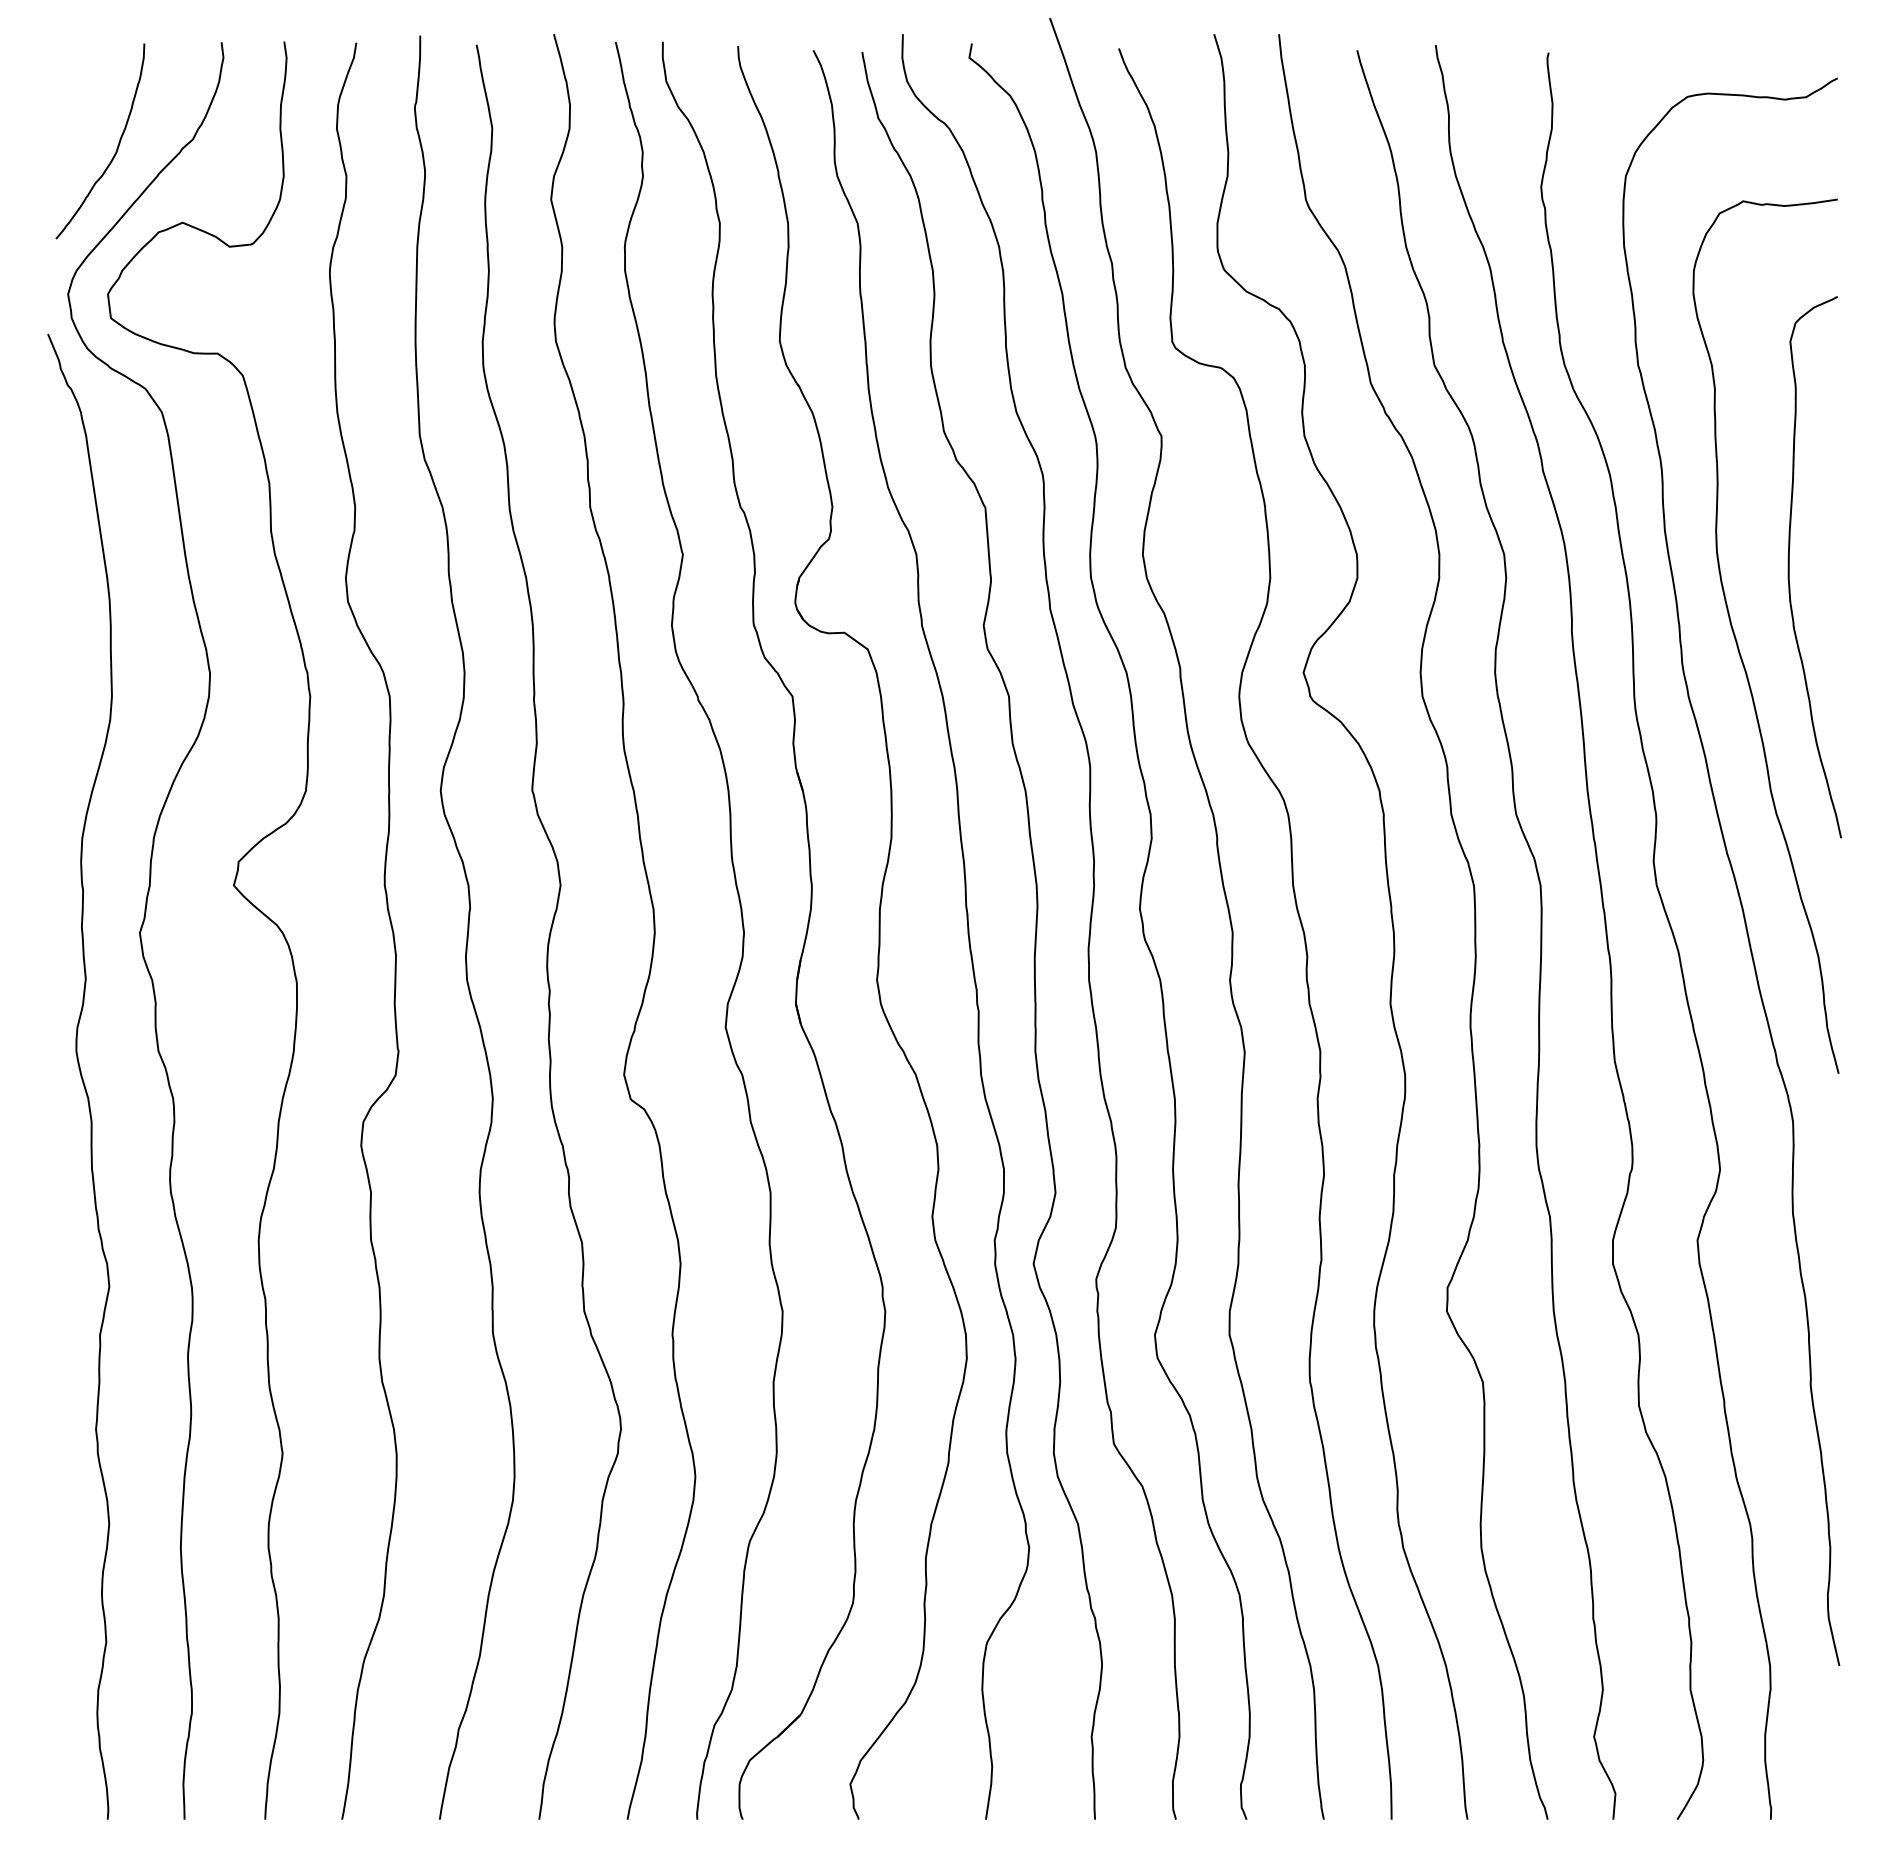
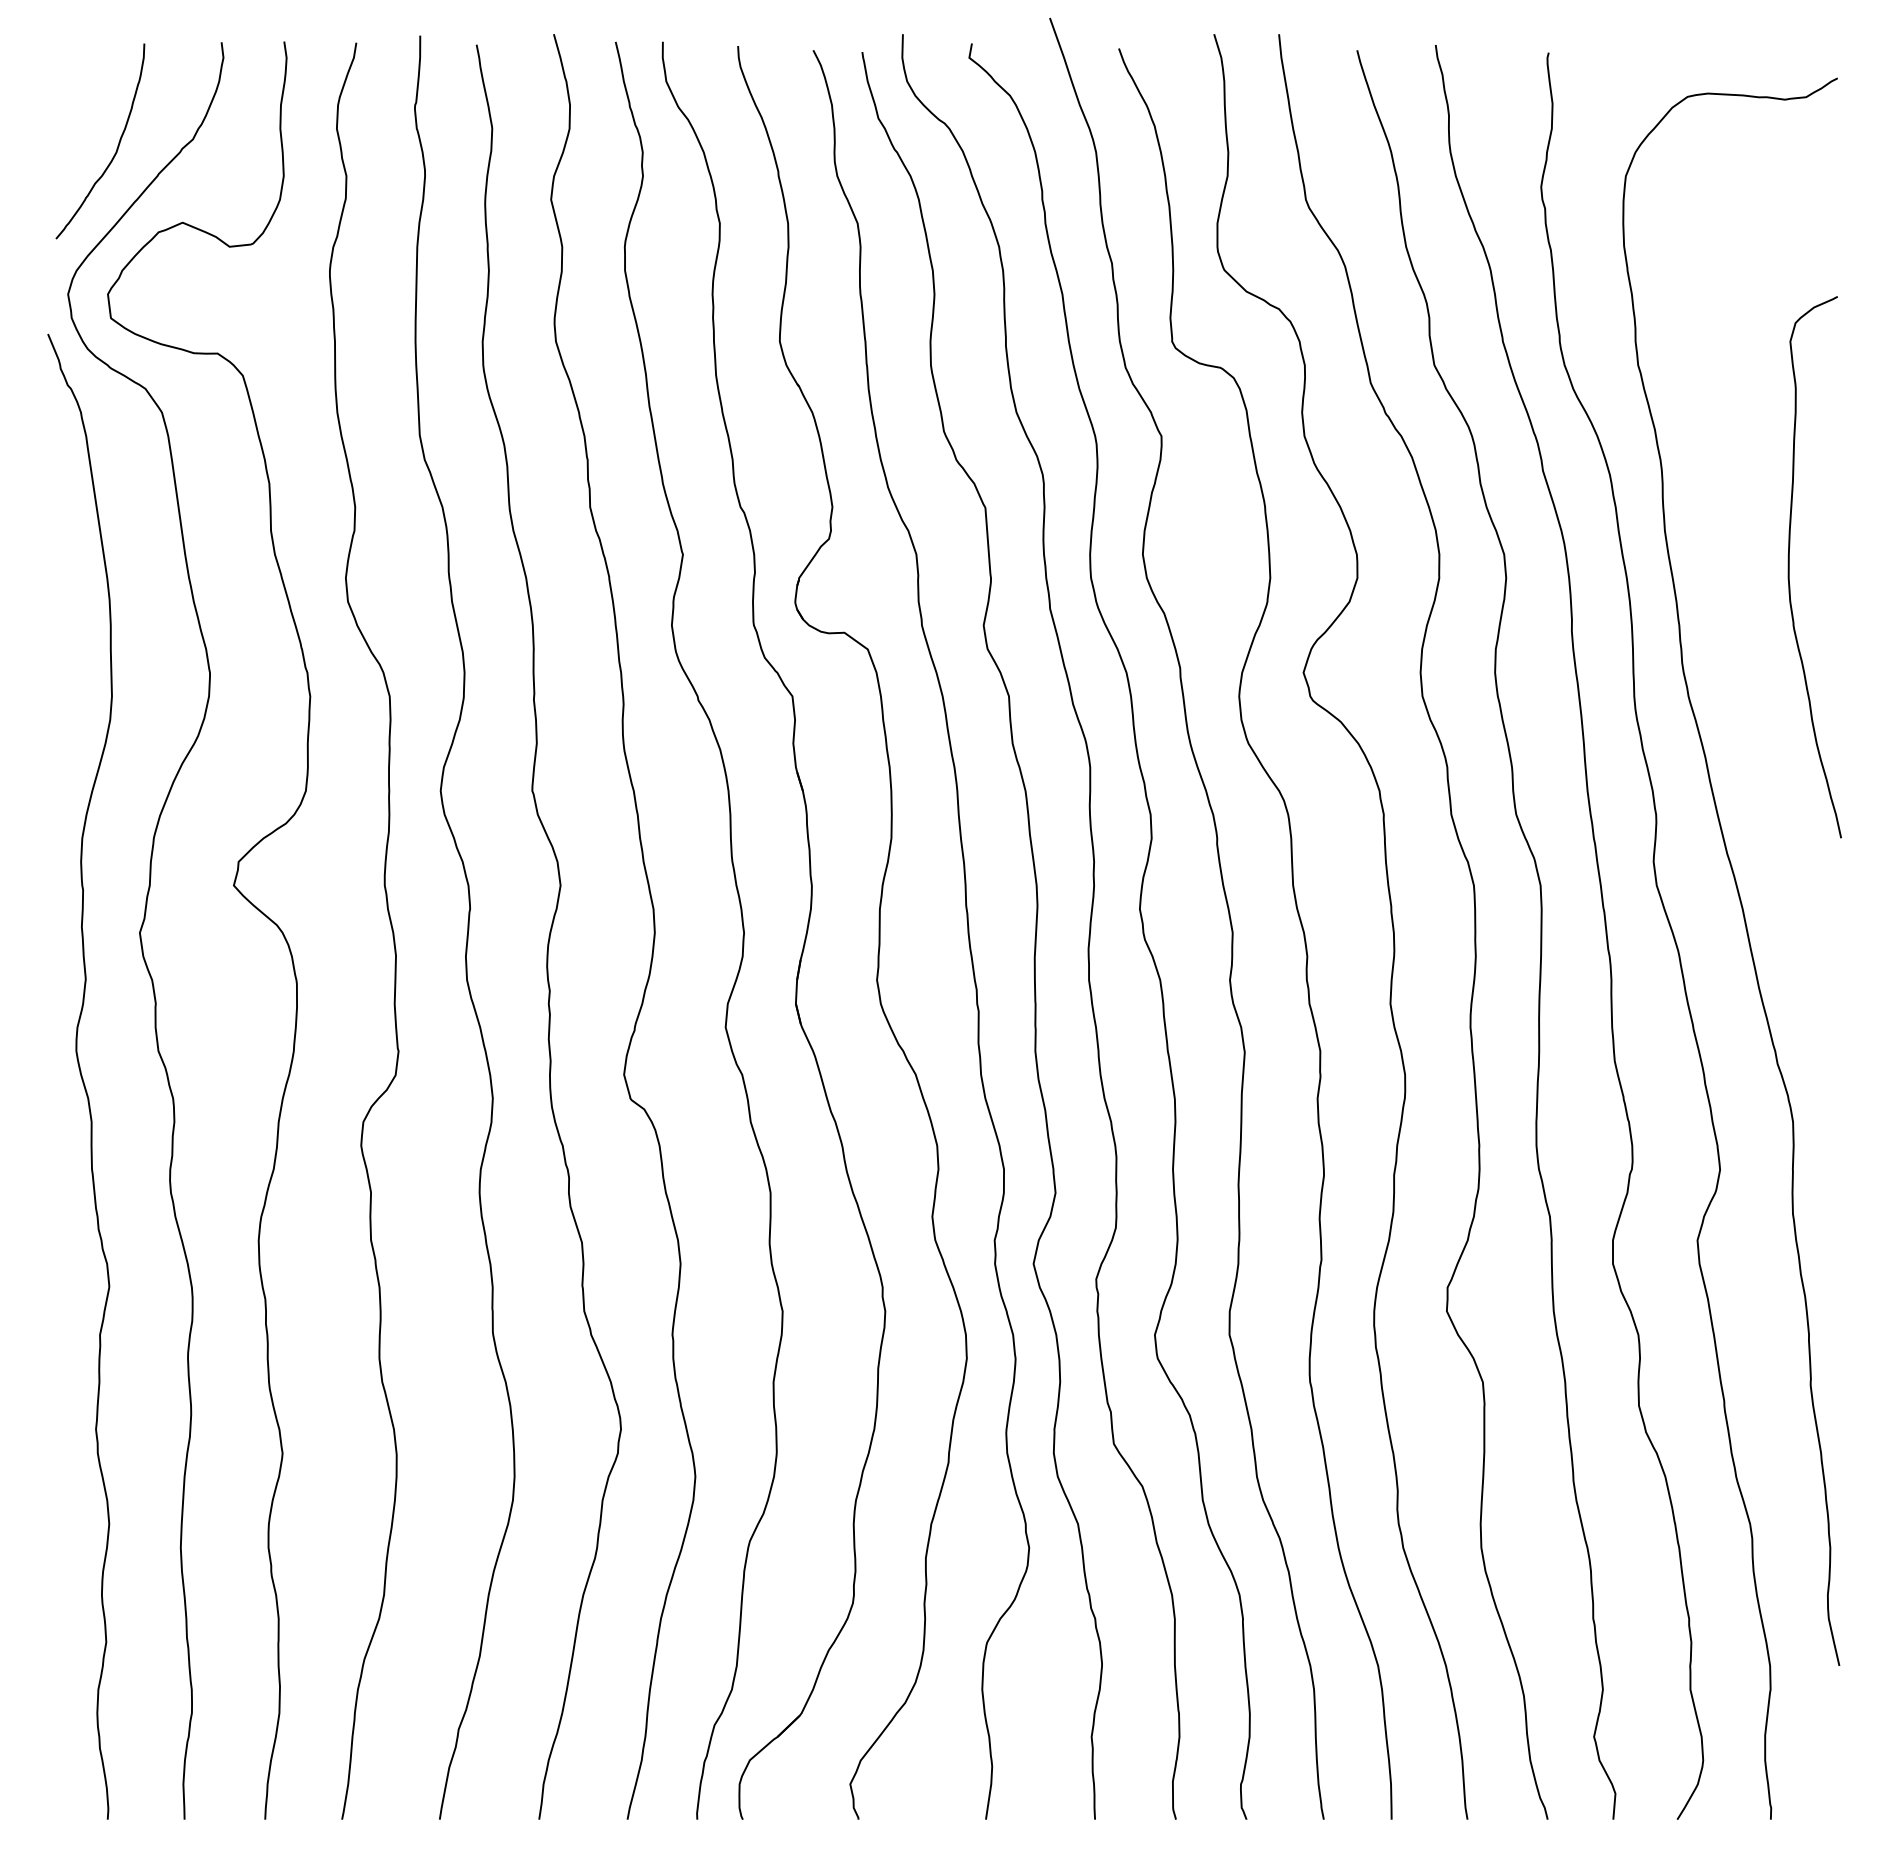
curve at (1738, 644): present -> none
